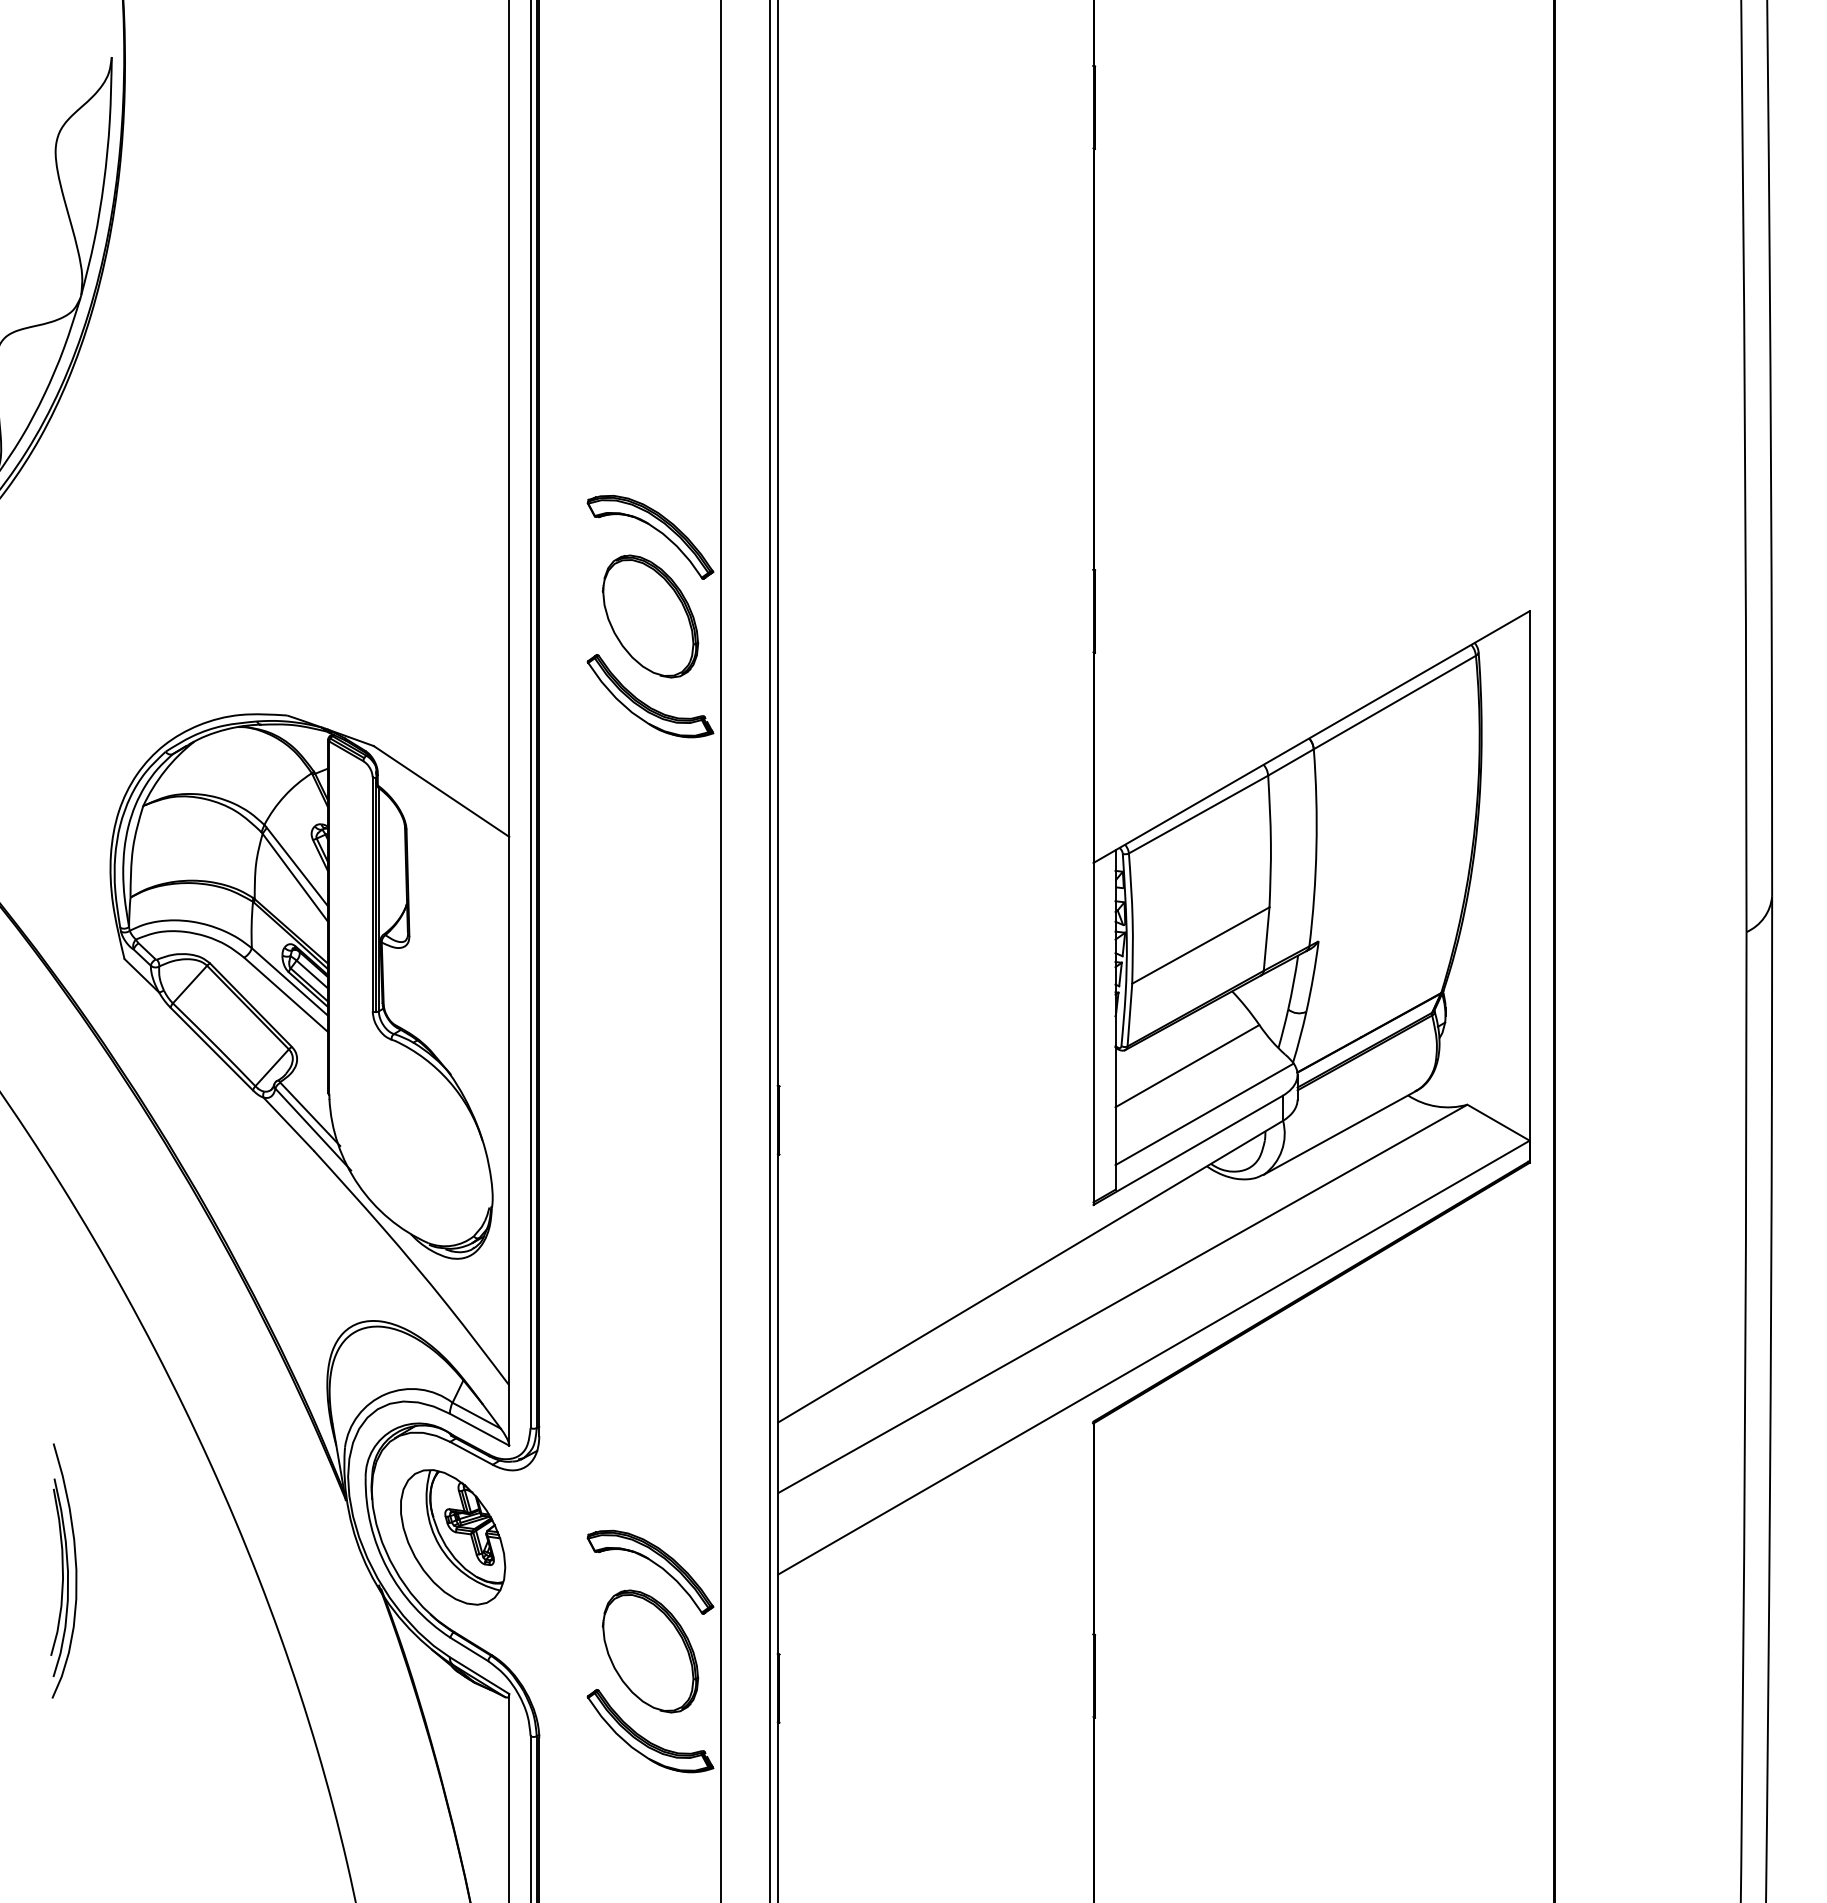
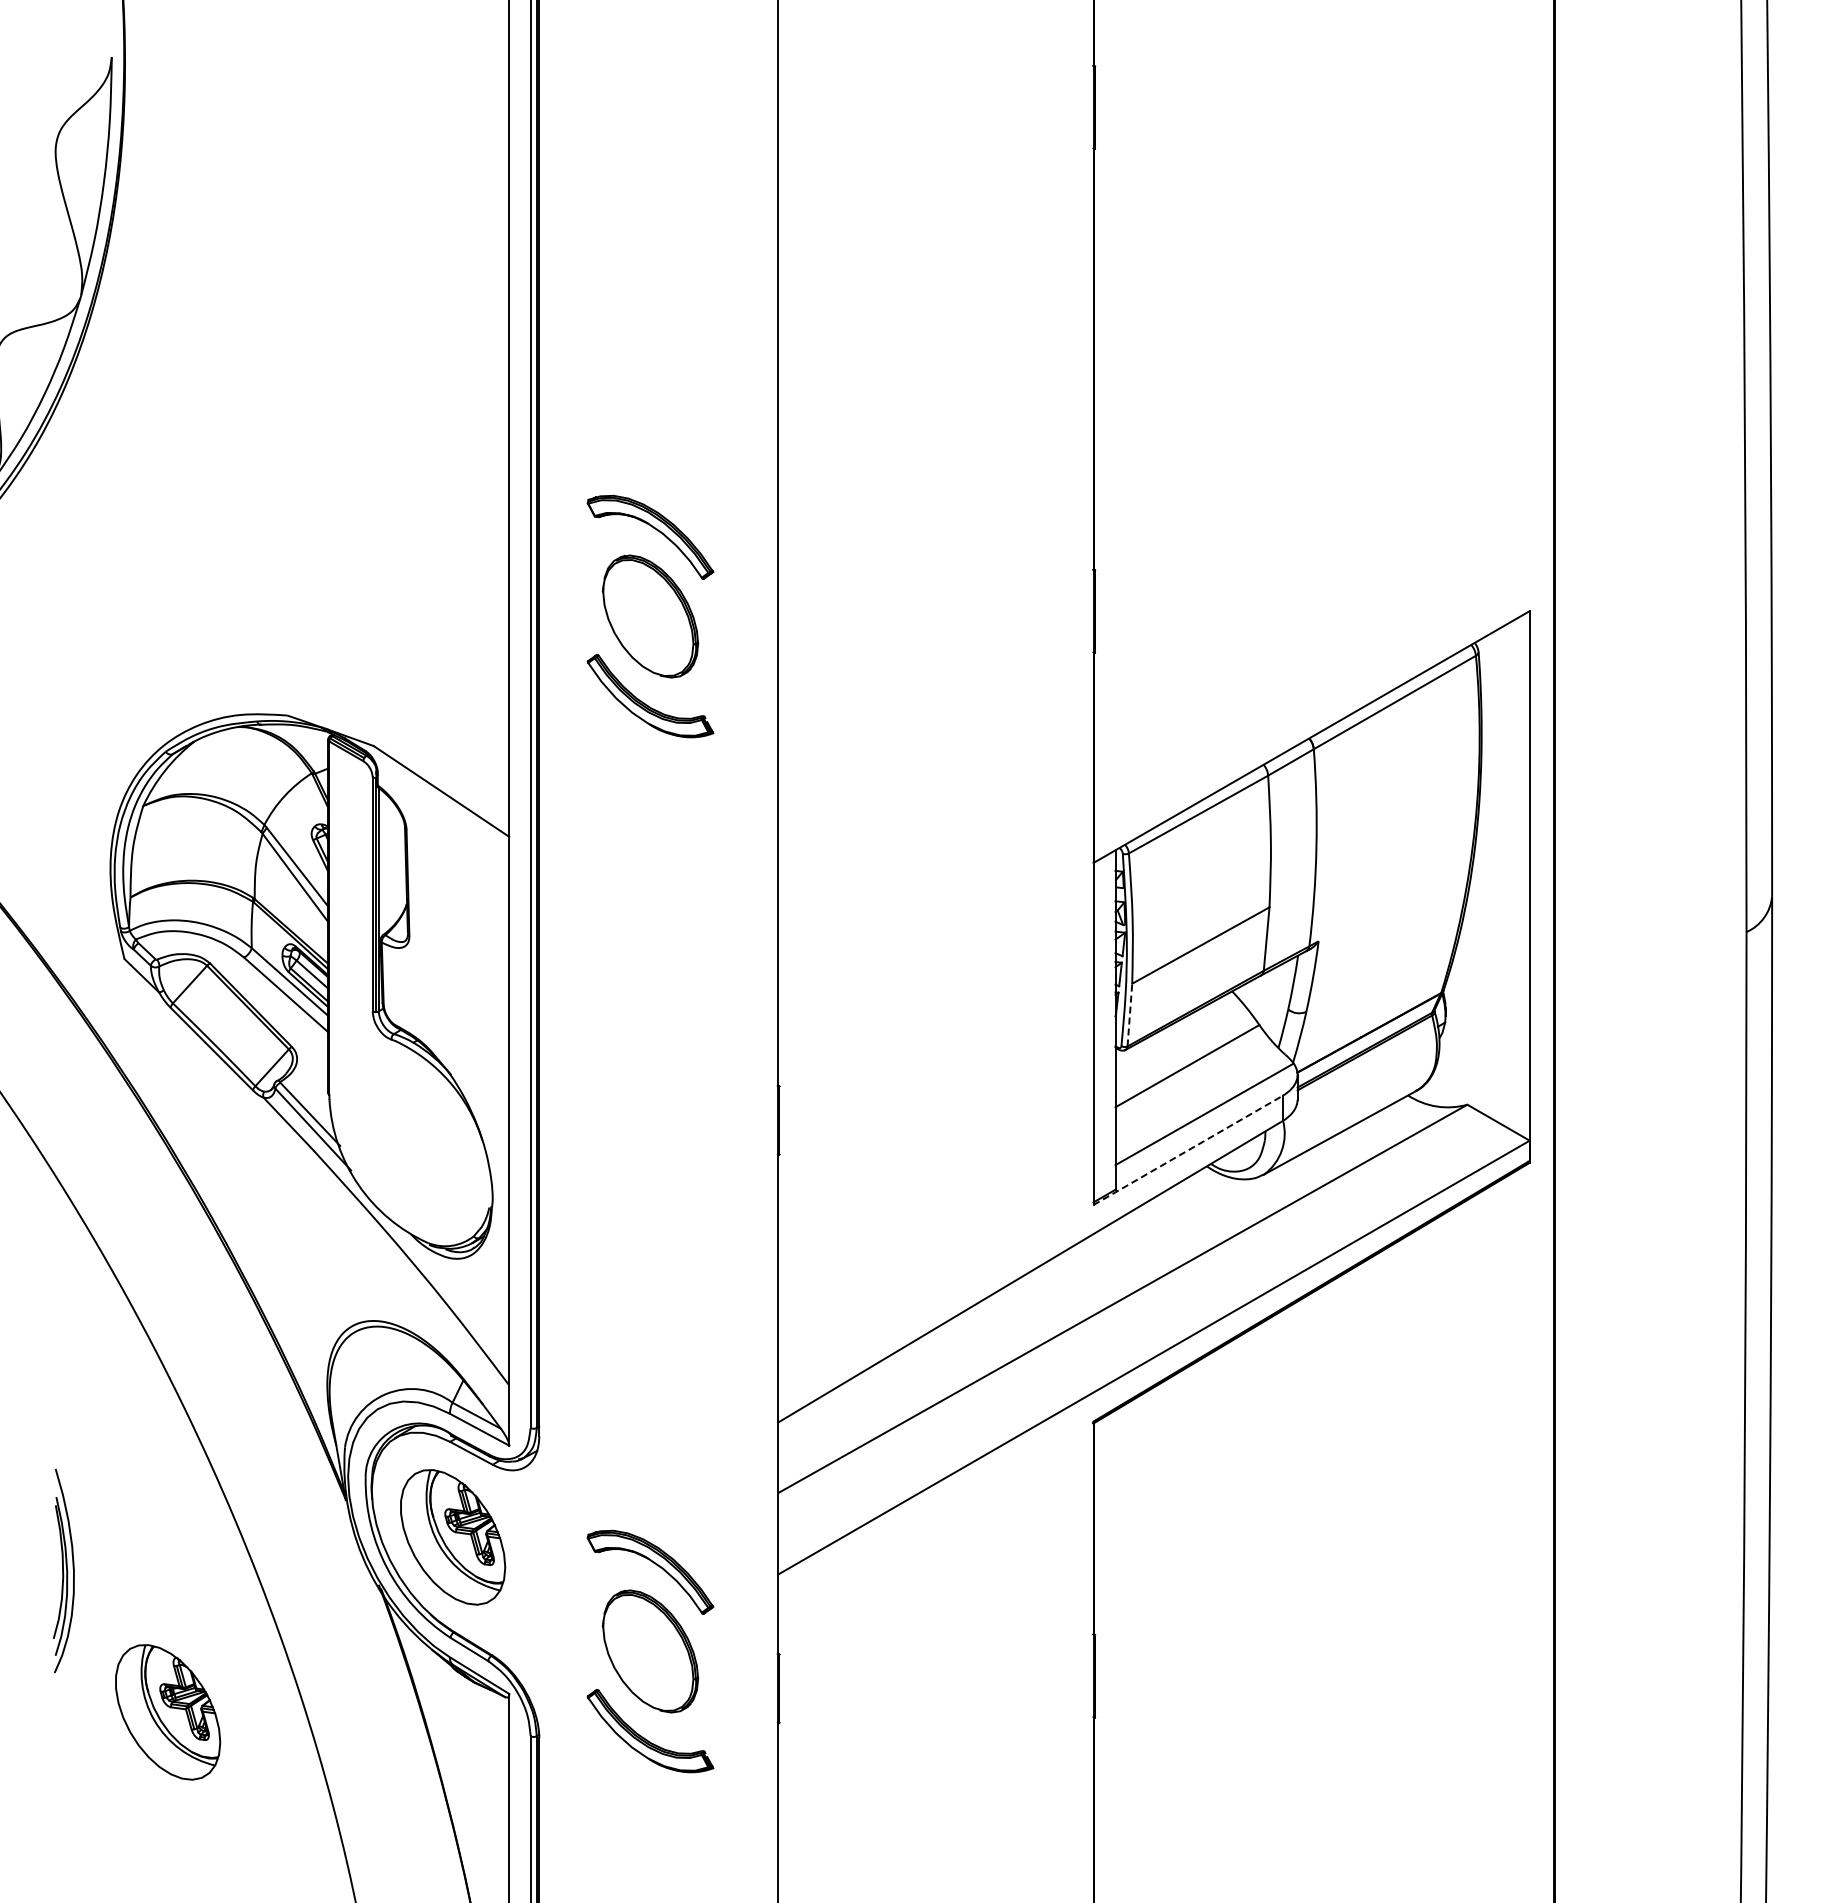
line at (721, 950): present -> none
line at (770, 950): present -> none
line at (1129, 1014): solid -> dashed
line at (1188, 1150): solid -> dashed
part at (63, 1570) size: 28x256 px -> 23x205 px
part at (168, 1712): none -> present
